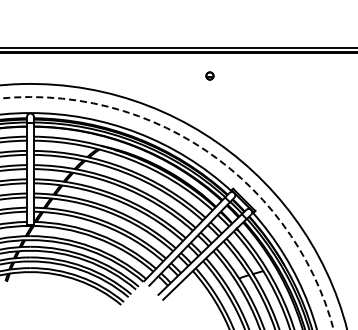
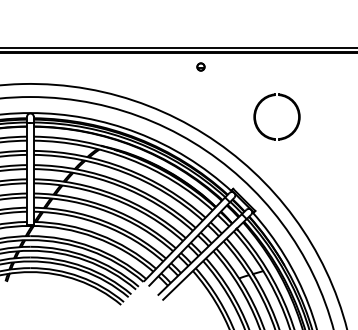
part at (209, 75) position: (209, 75) -> (200, 66)
part at (264, 100): none -> present
circle at (166, 213): dashed -> solid
